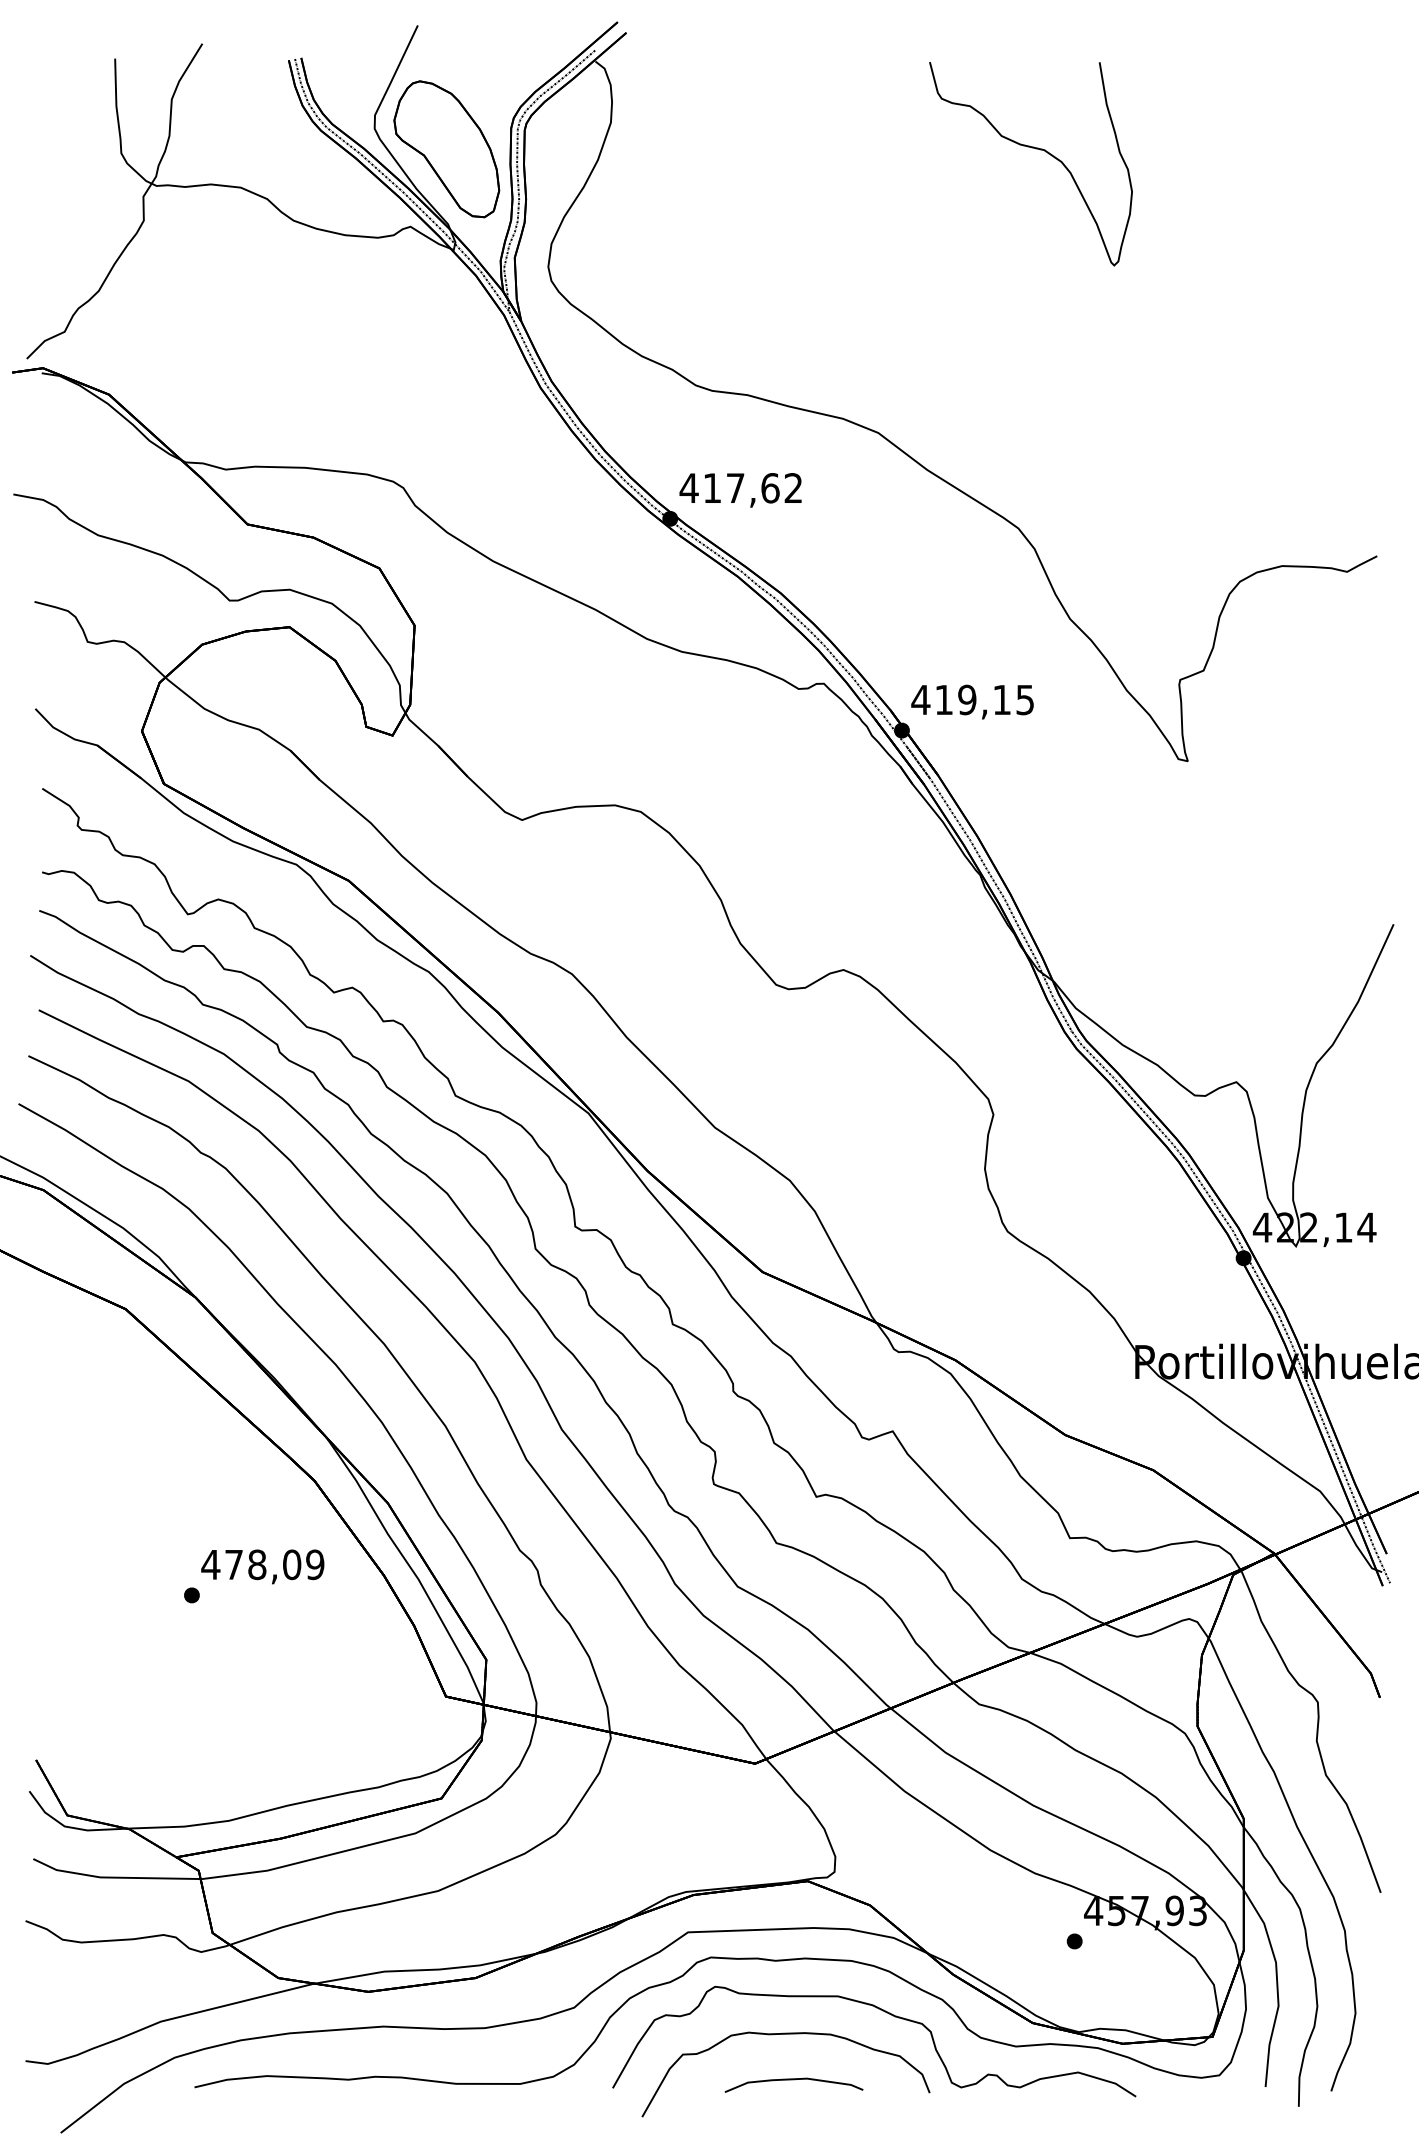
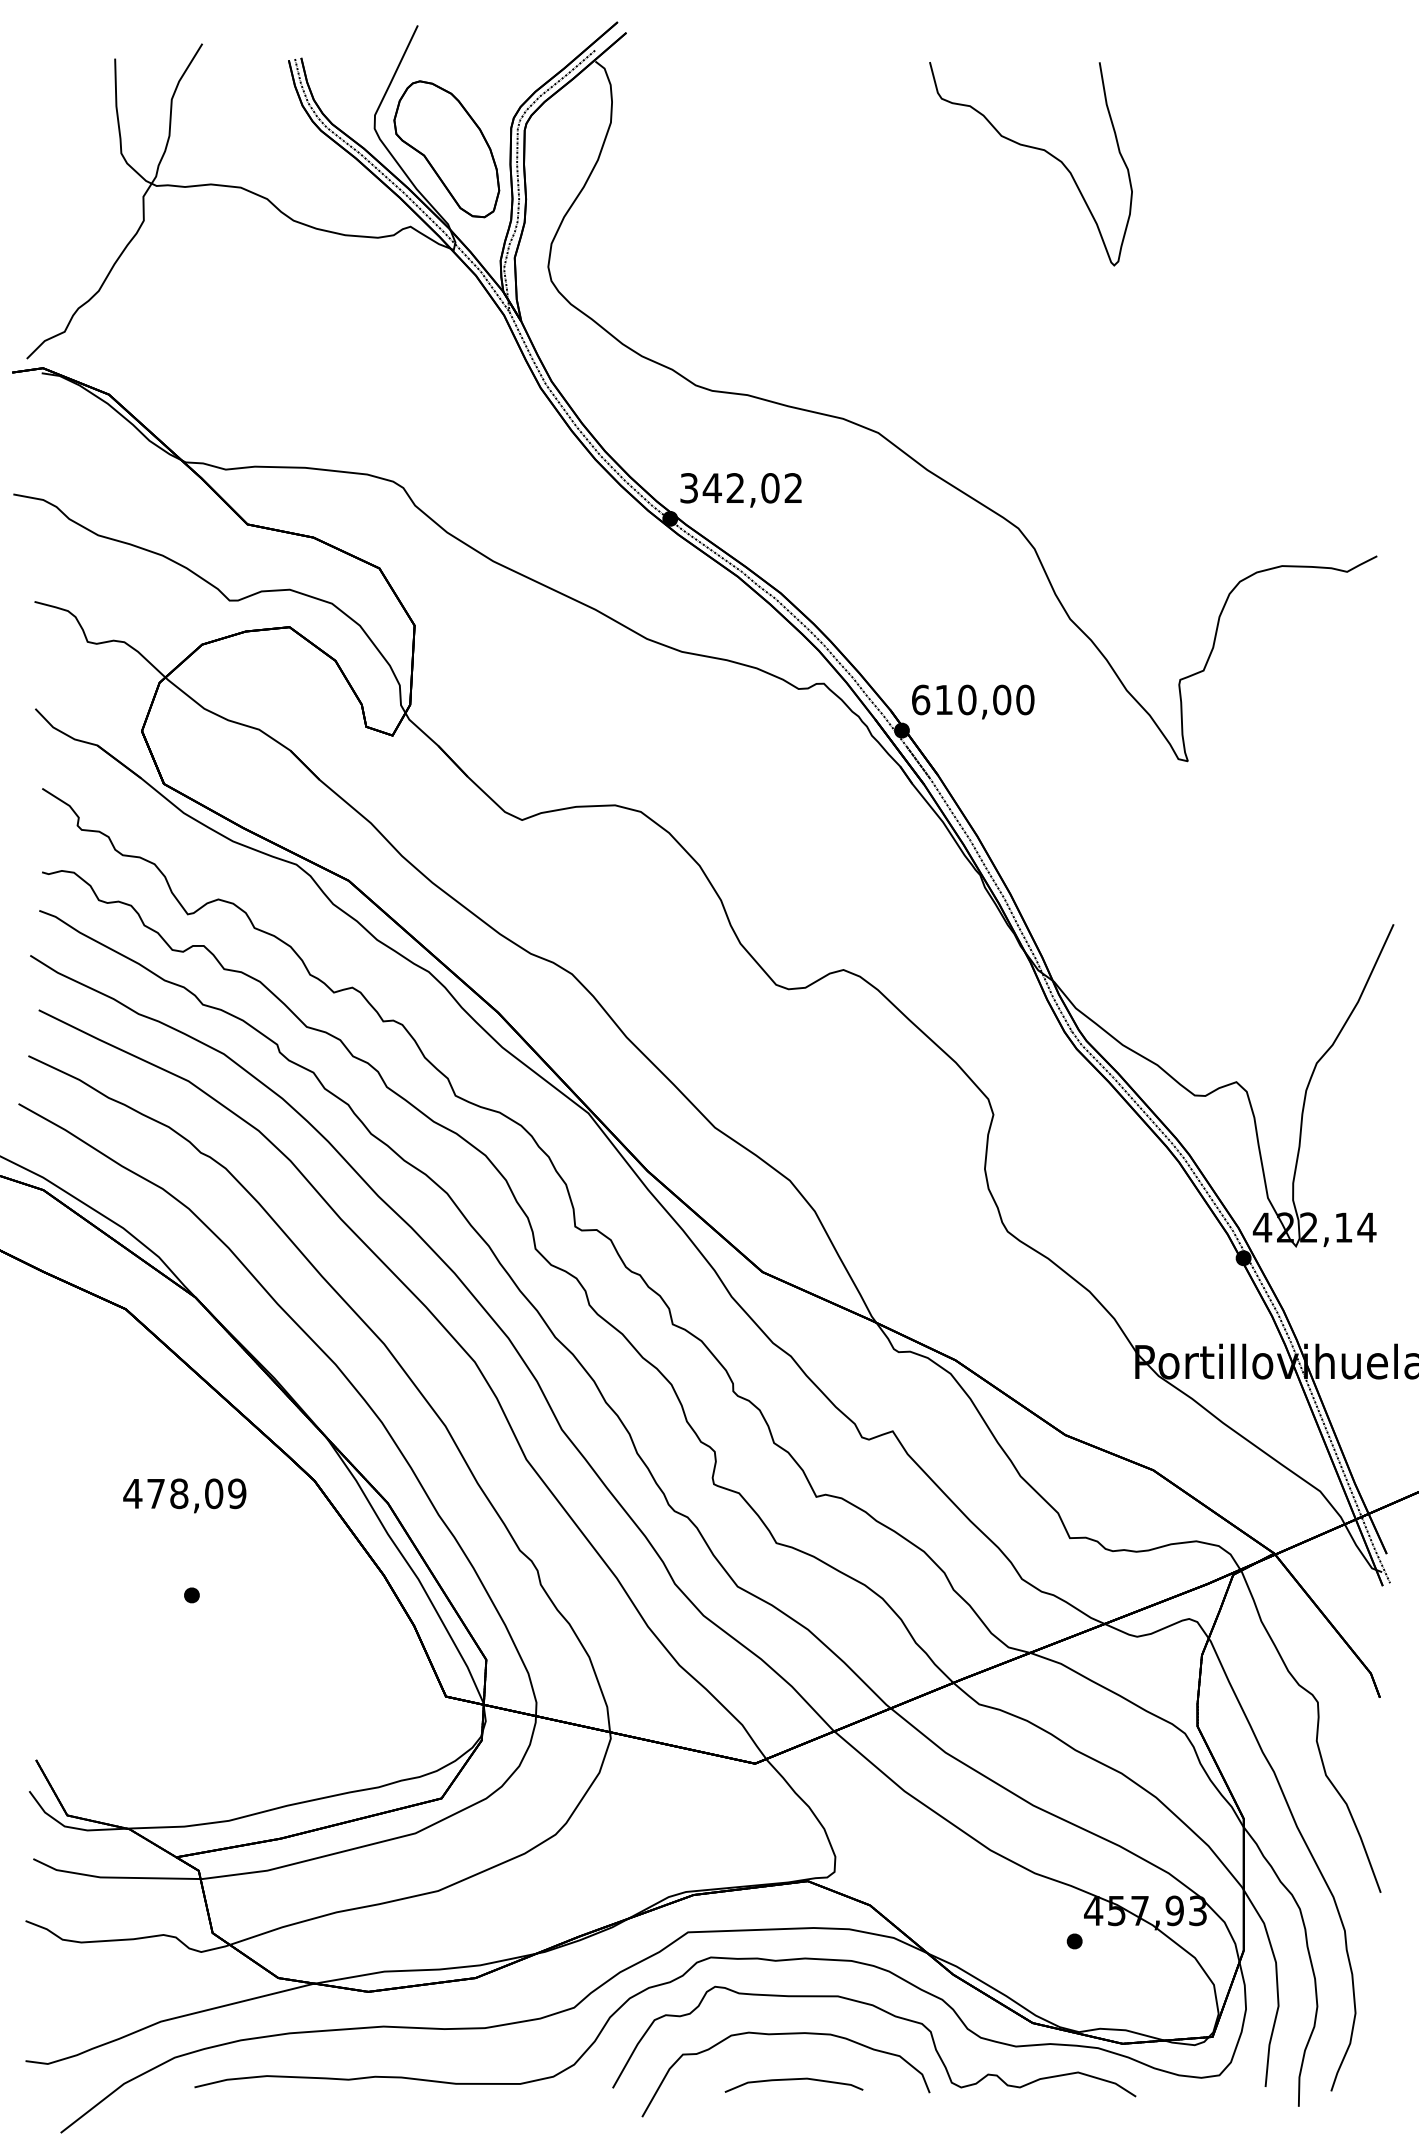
text at (729, 488): 417,62 -> 342,02
text at (972, 699): 419,15 -> 610,00
text at (262, 1566) position: (262, 1566) -> (184, 1495)
